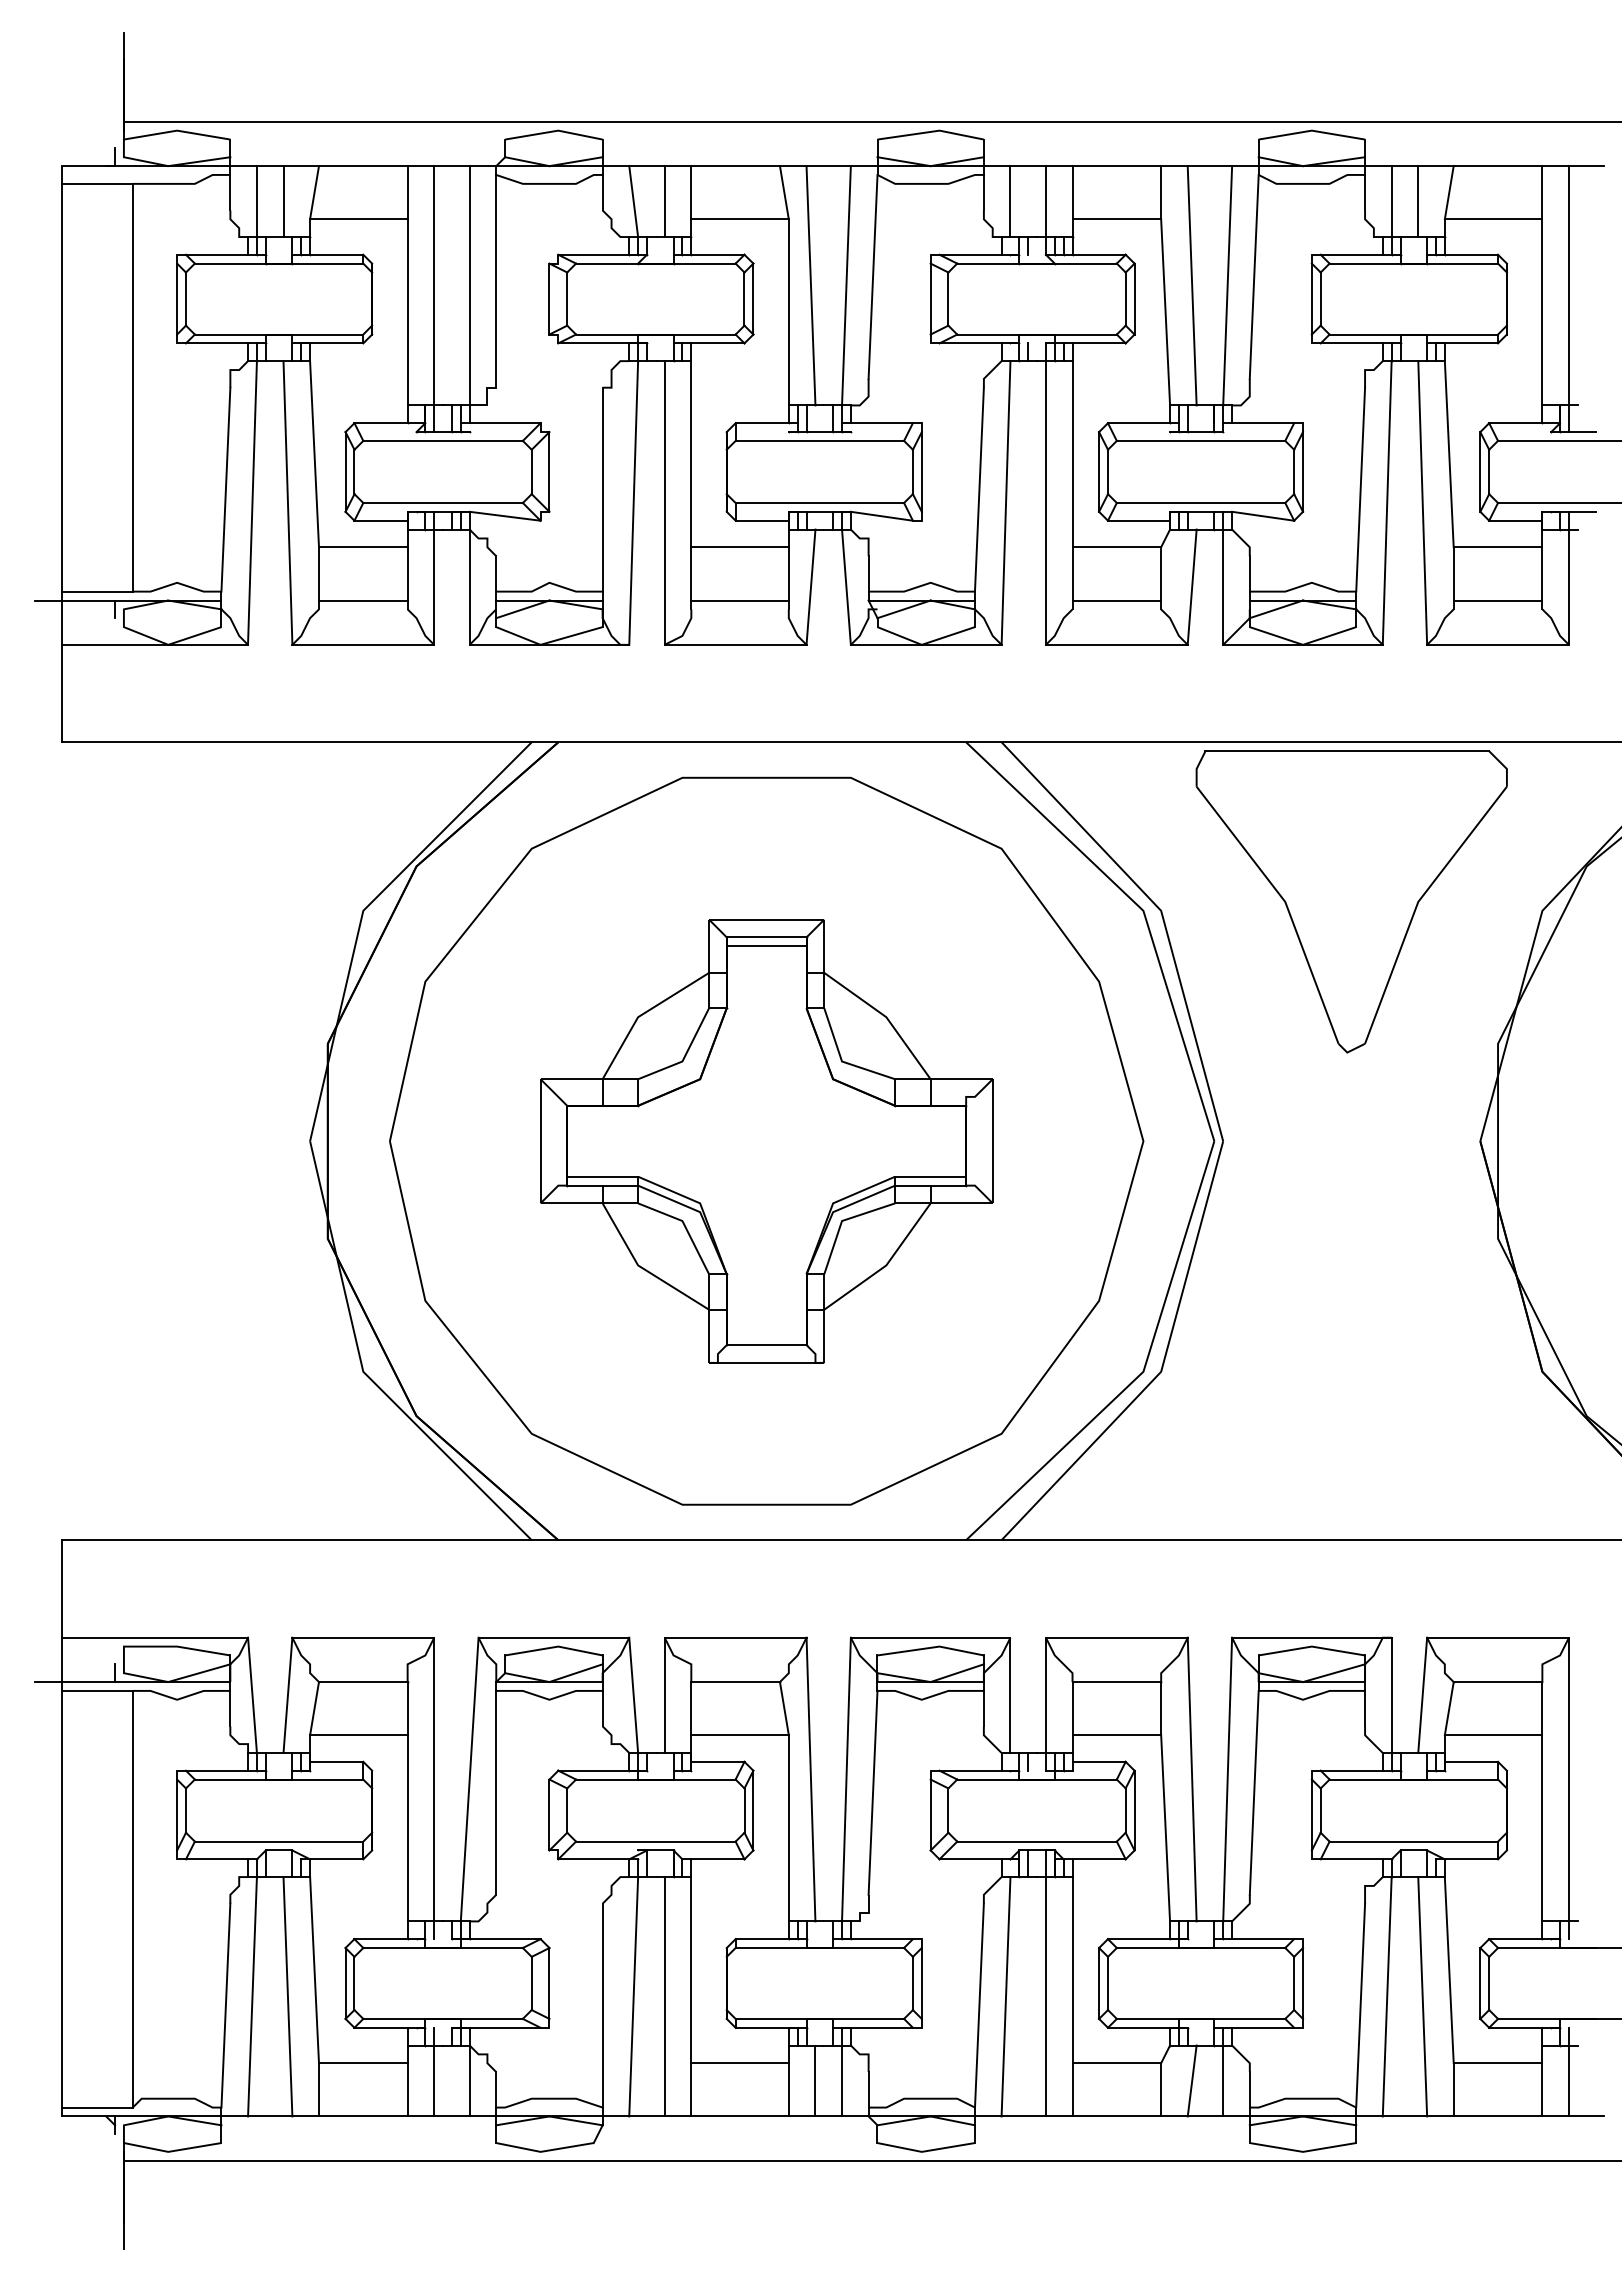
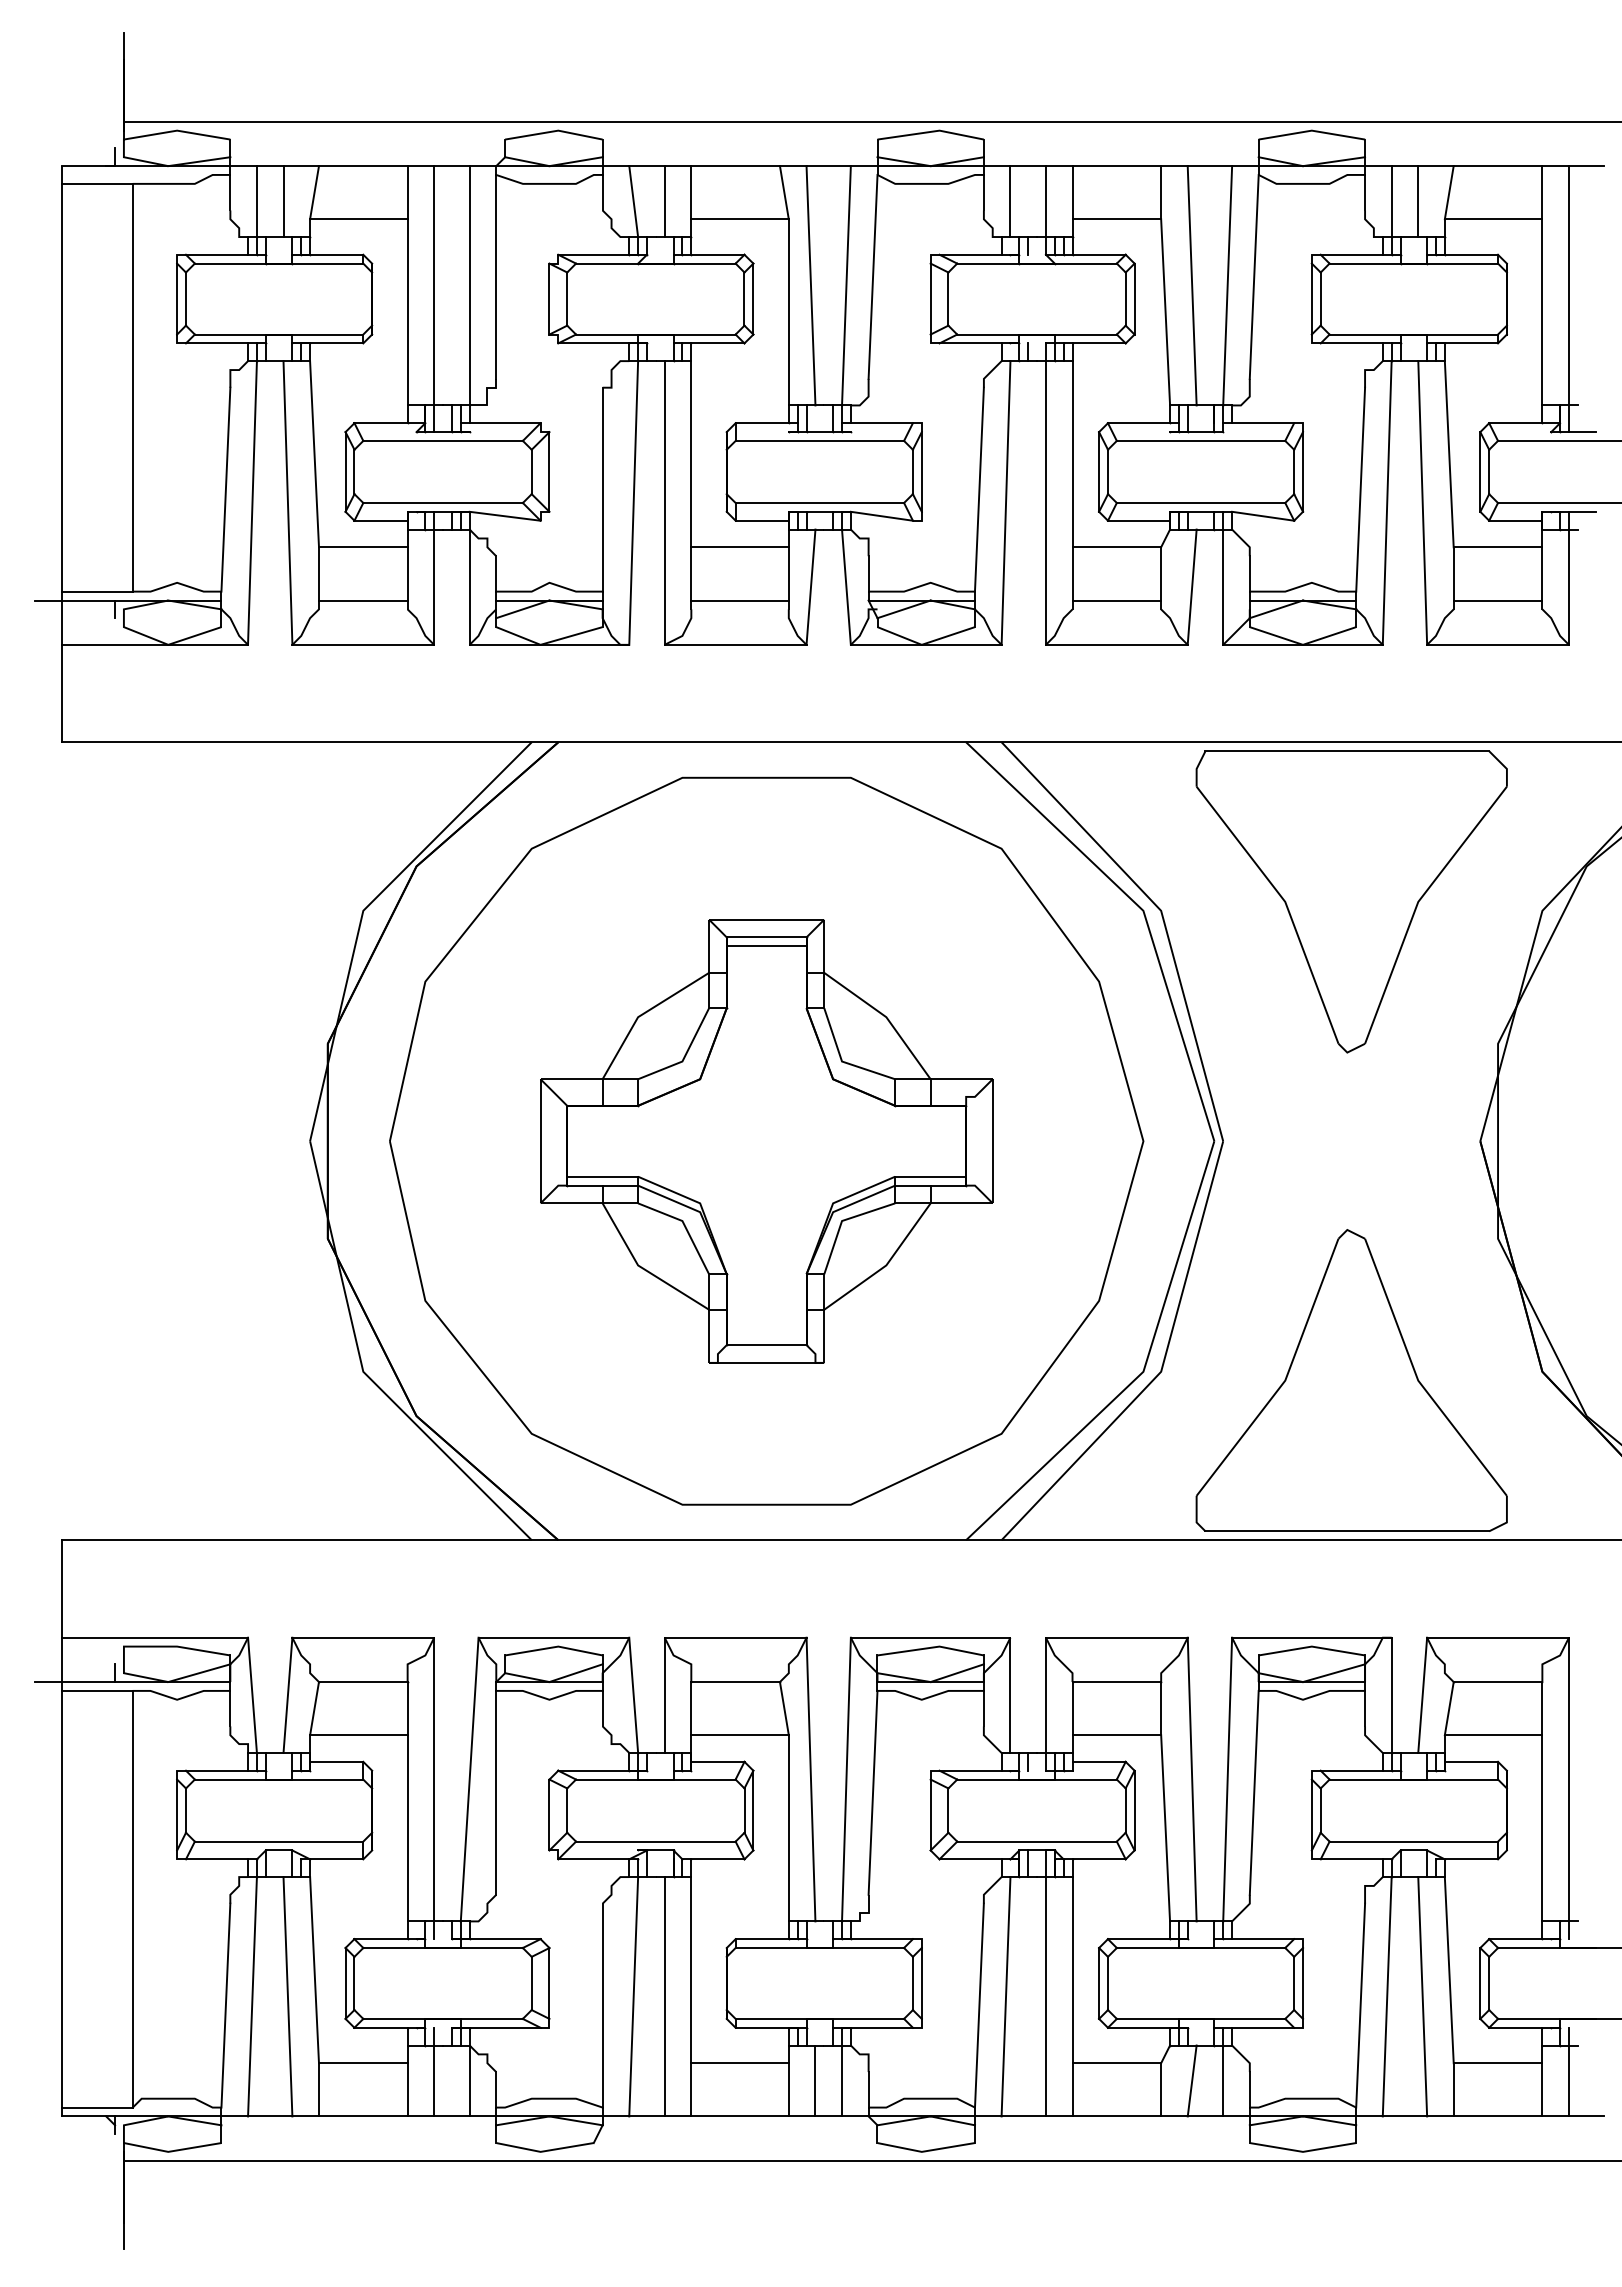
part at (1351, 1380): none -> present
